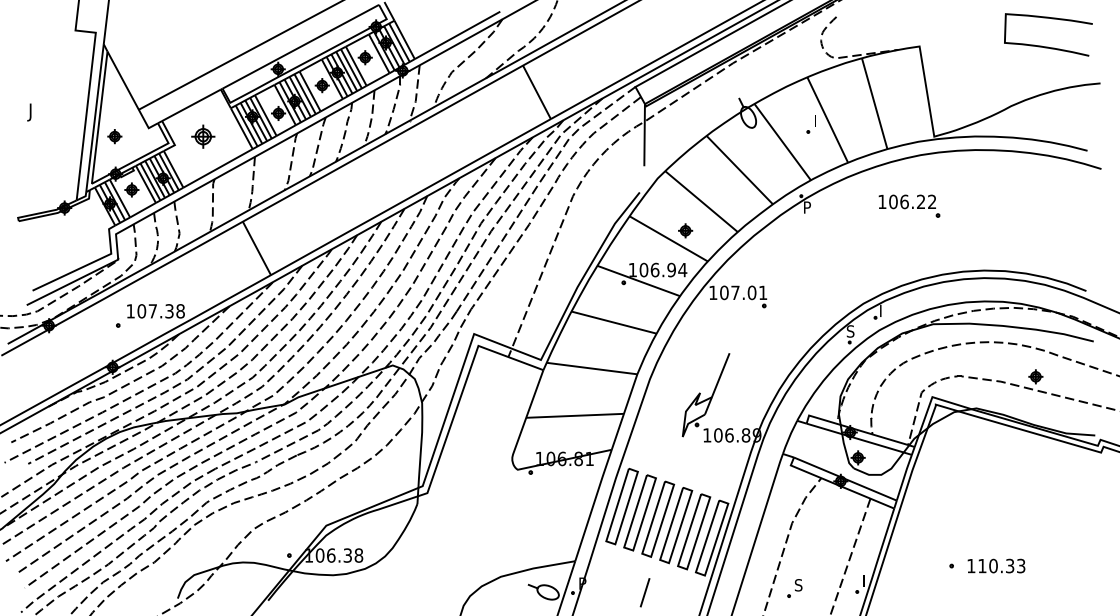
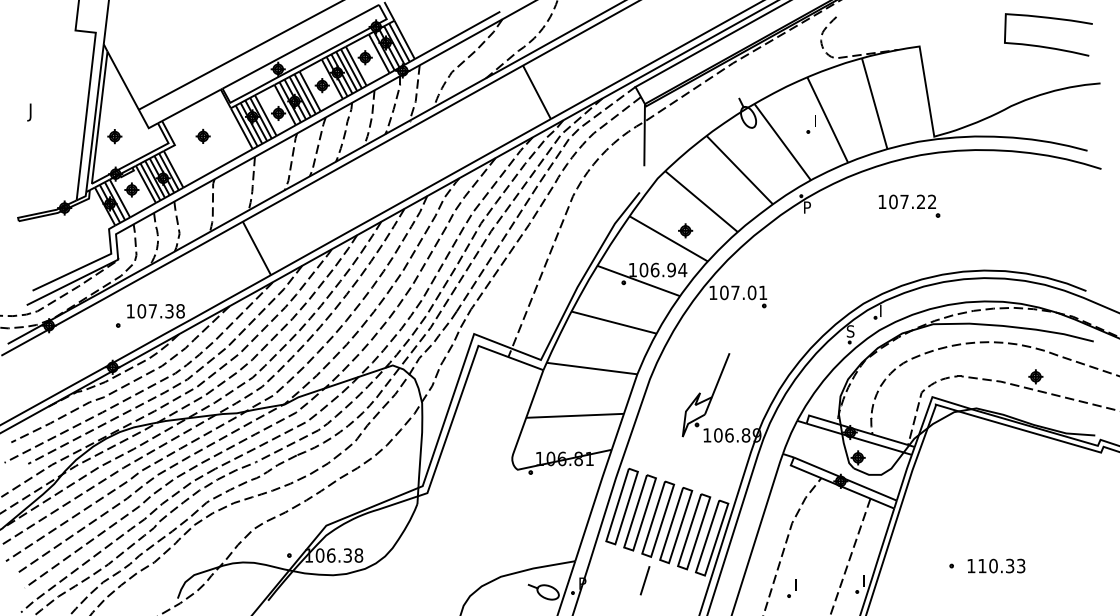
part at (203, 136) size: 25x25 px -> 16x16 px
text at (904, 201): 106.22 -> 107.22
text at (798, 585): S -> I
line at (644, 592) position: (644, 592) -> (644, 580)
